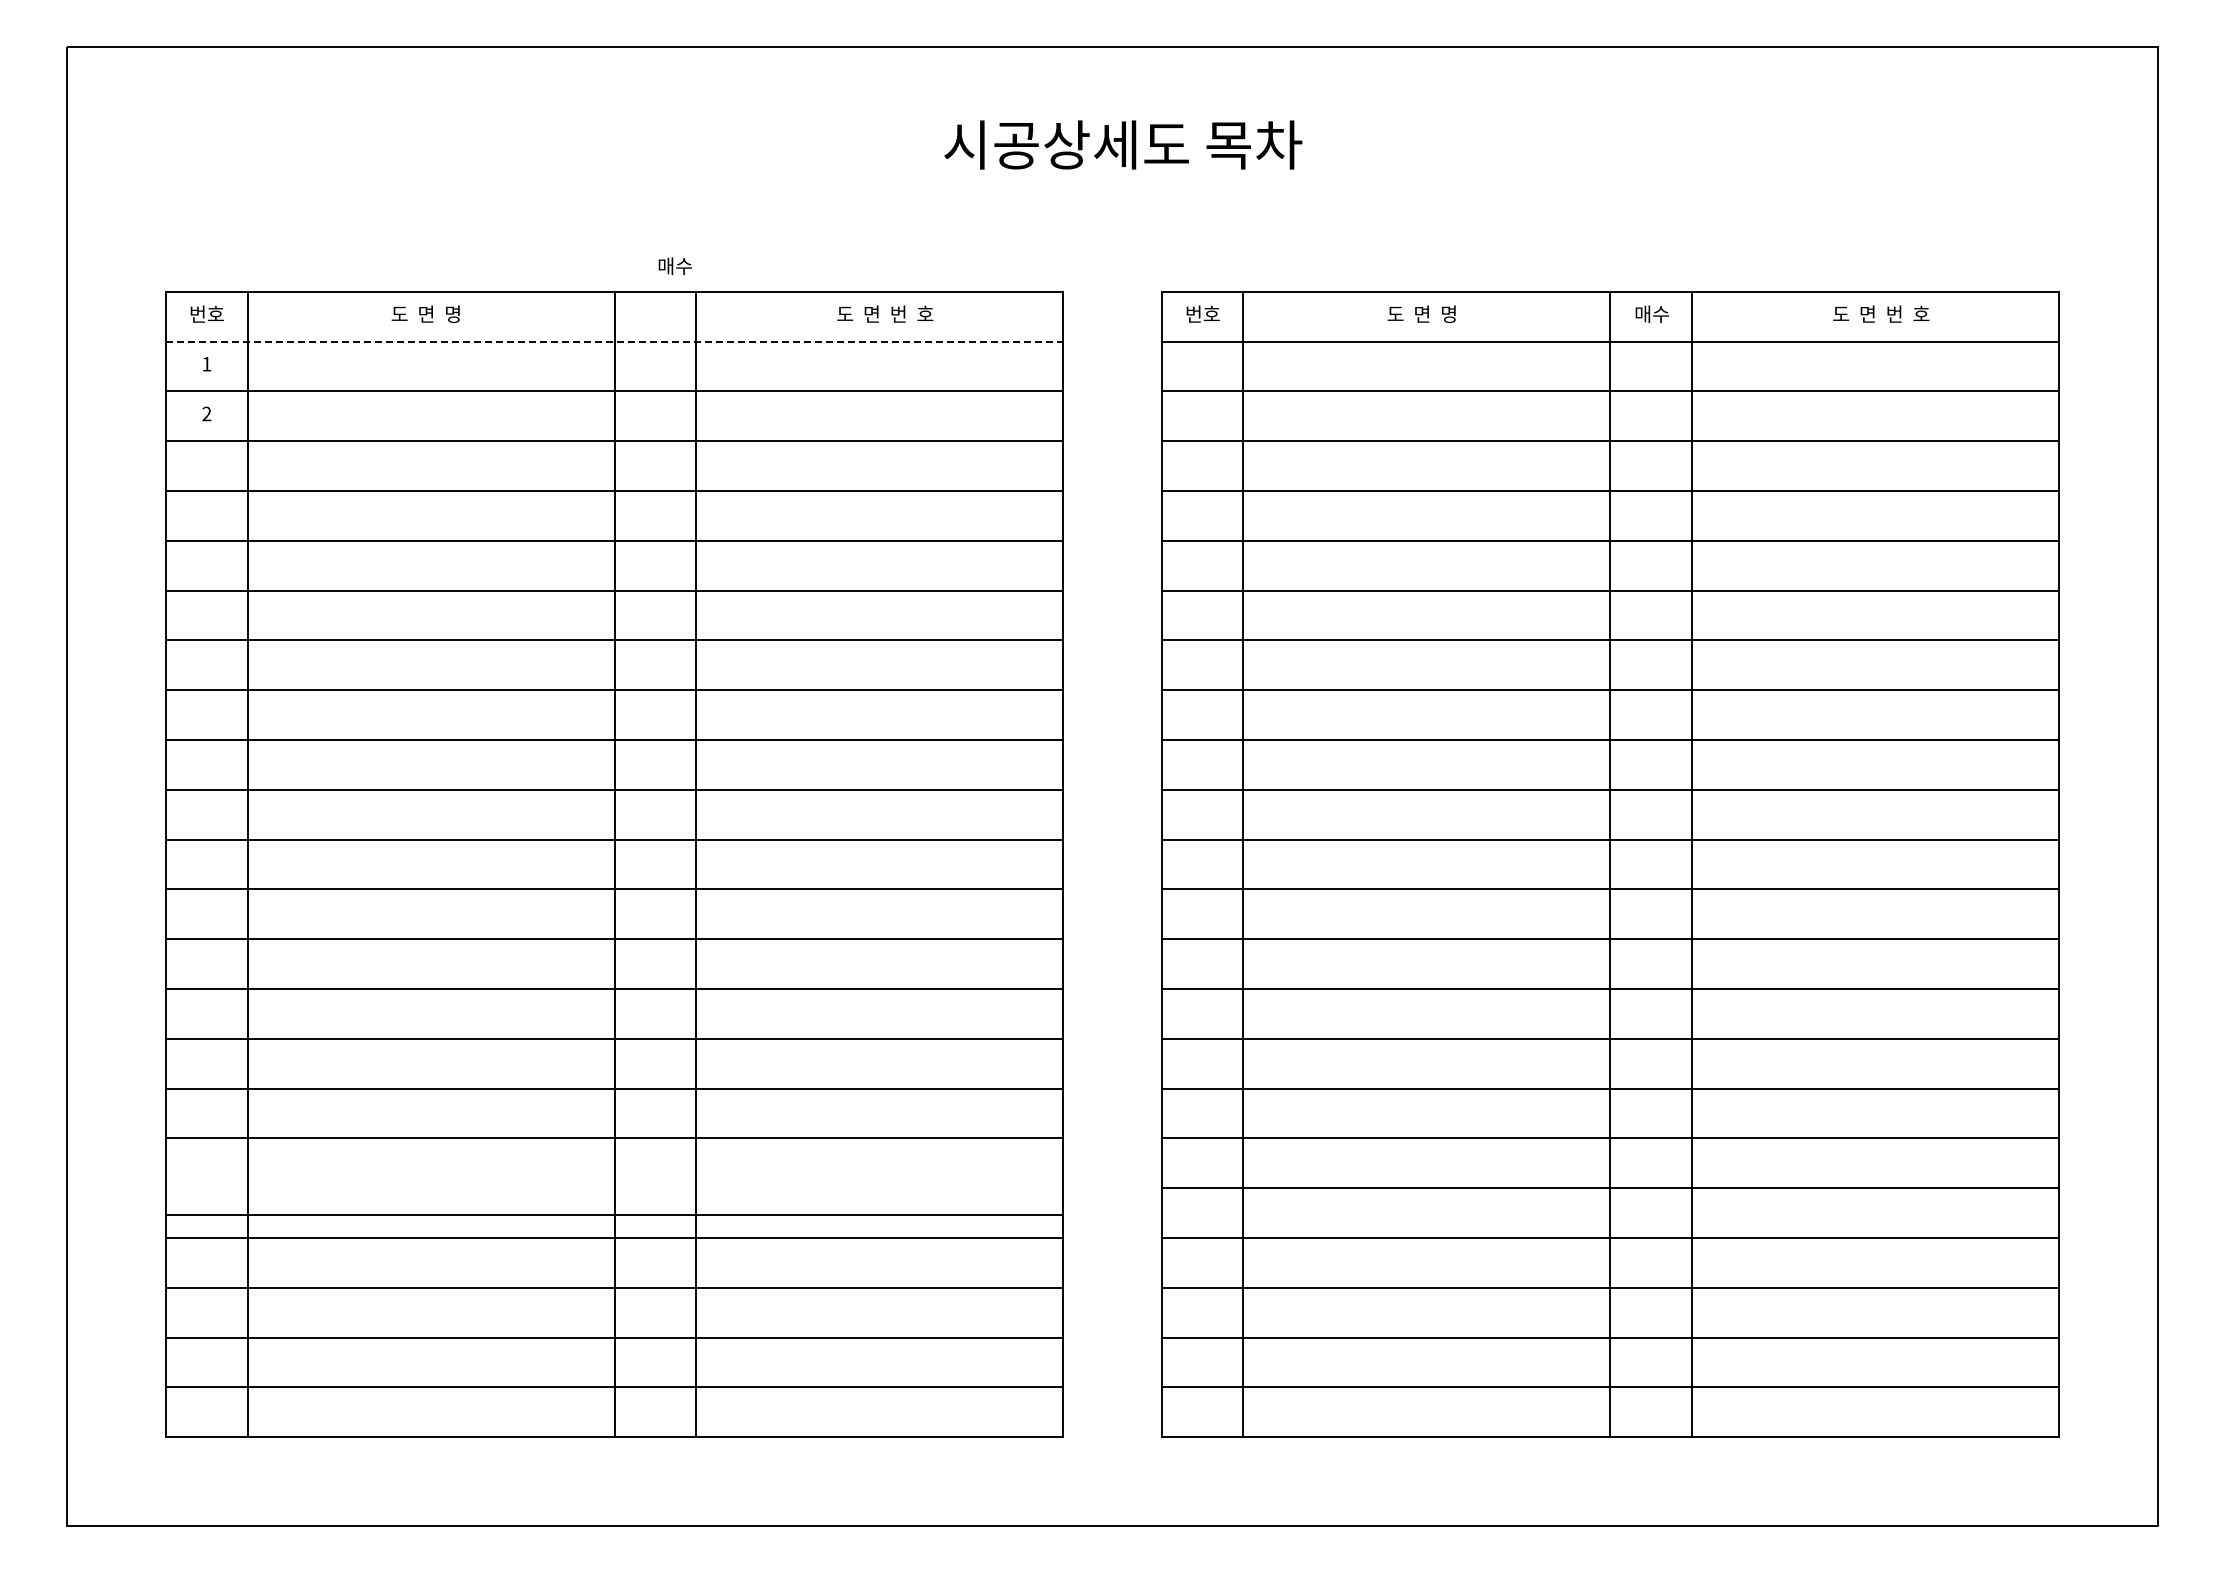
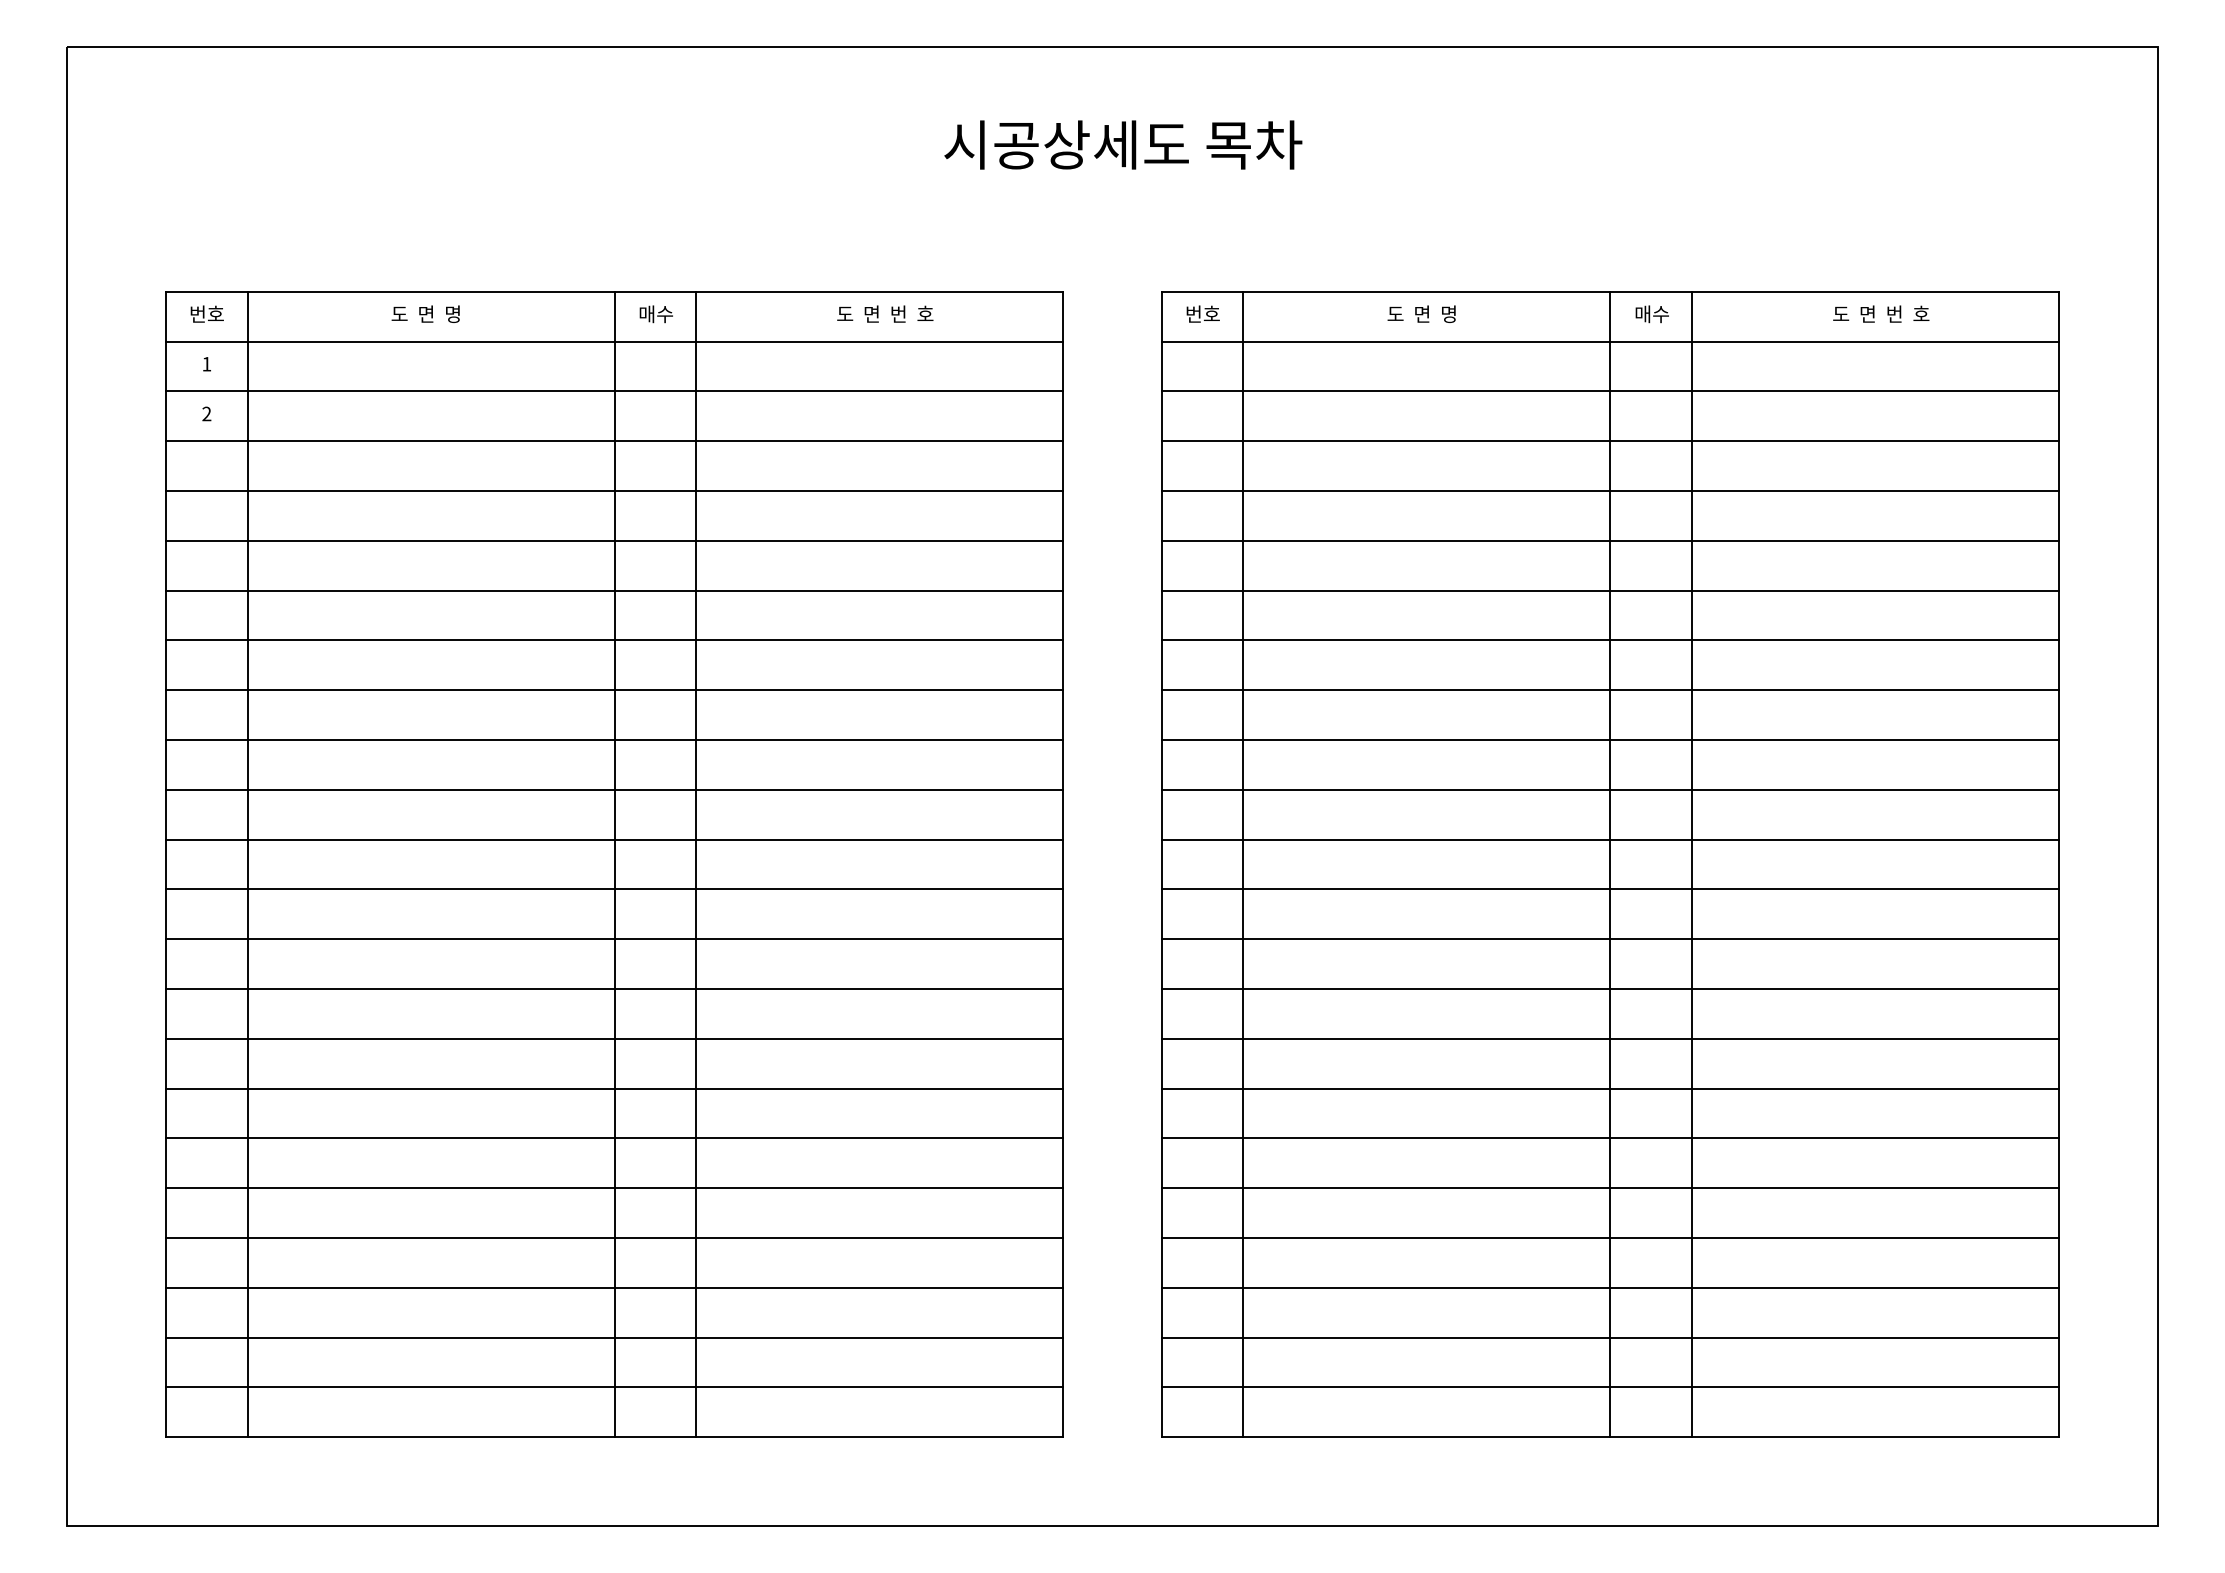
text at (674, 266) position: (674, 266) -> (655, 314)
line at (615, 341): dashed -> solid
line at (614, 1215) position: (614, 1215) -> (614, 1188)
